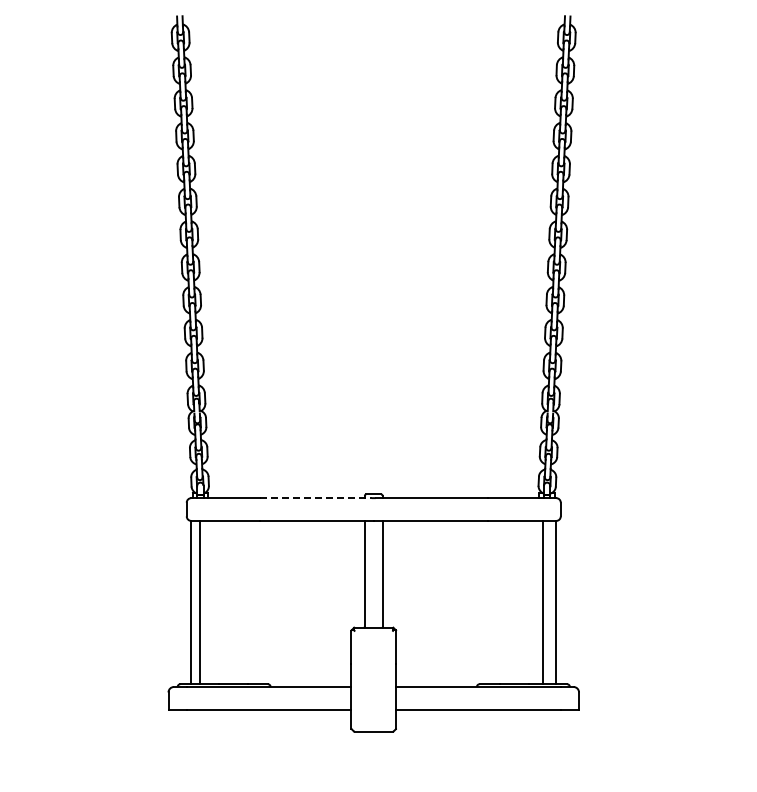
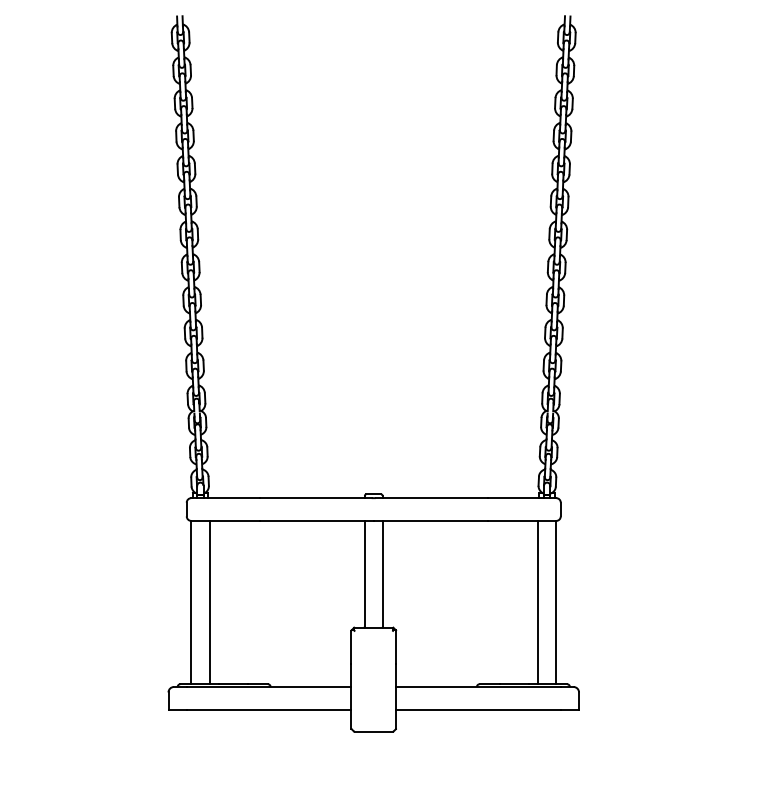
line at (315, 498): dashed -> solid
line at (199, 602) position: (199, 602) -> (209, 602)
line at (543, 602) position: (543, 602) -> (538, 602)
